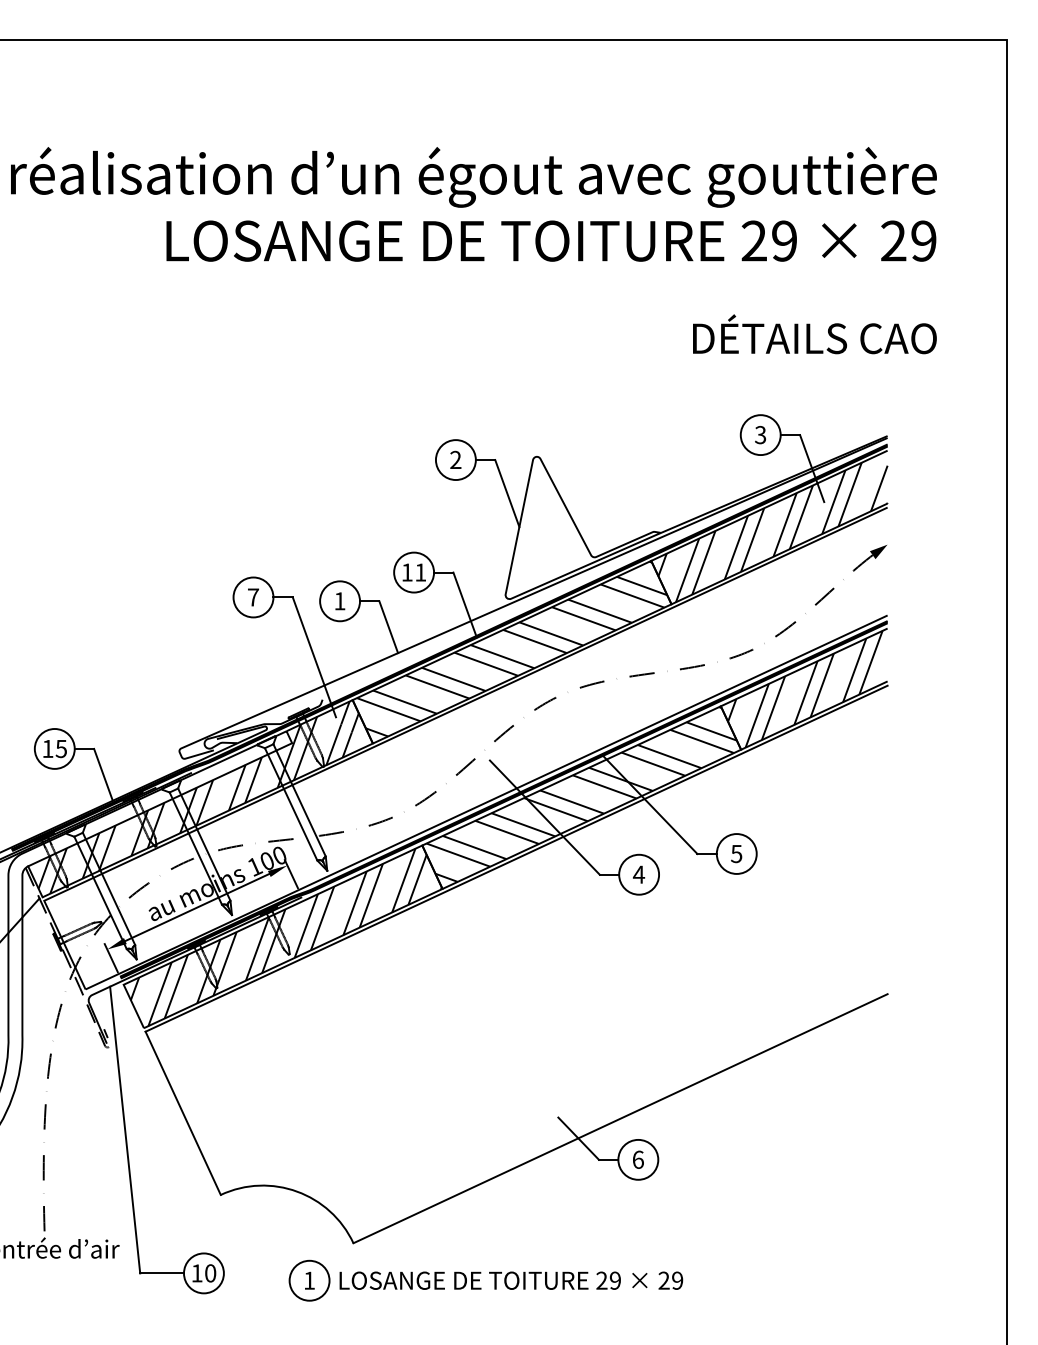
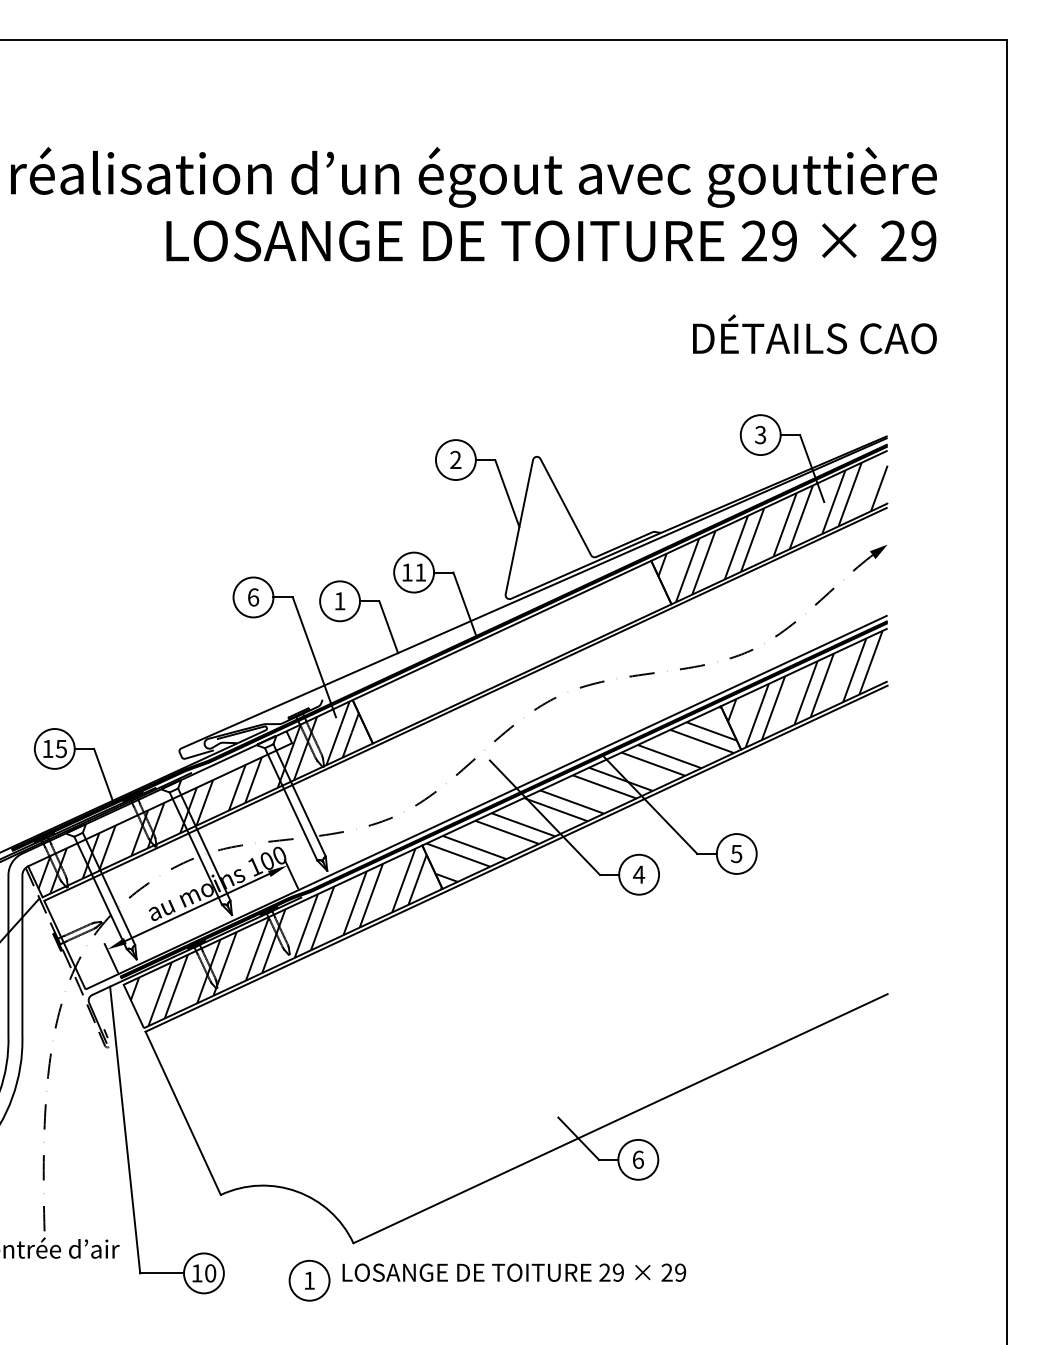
text at (253, 597): 7 -> 6
hatch at (511, 648): present -> none
text at (511, 1280) position: (511, 1280) -> (514, 1272)
